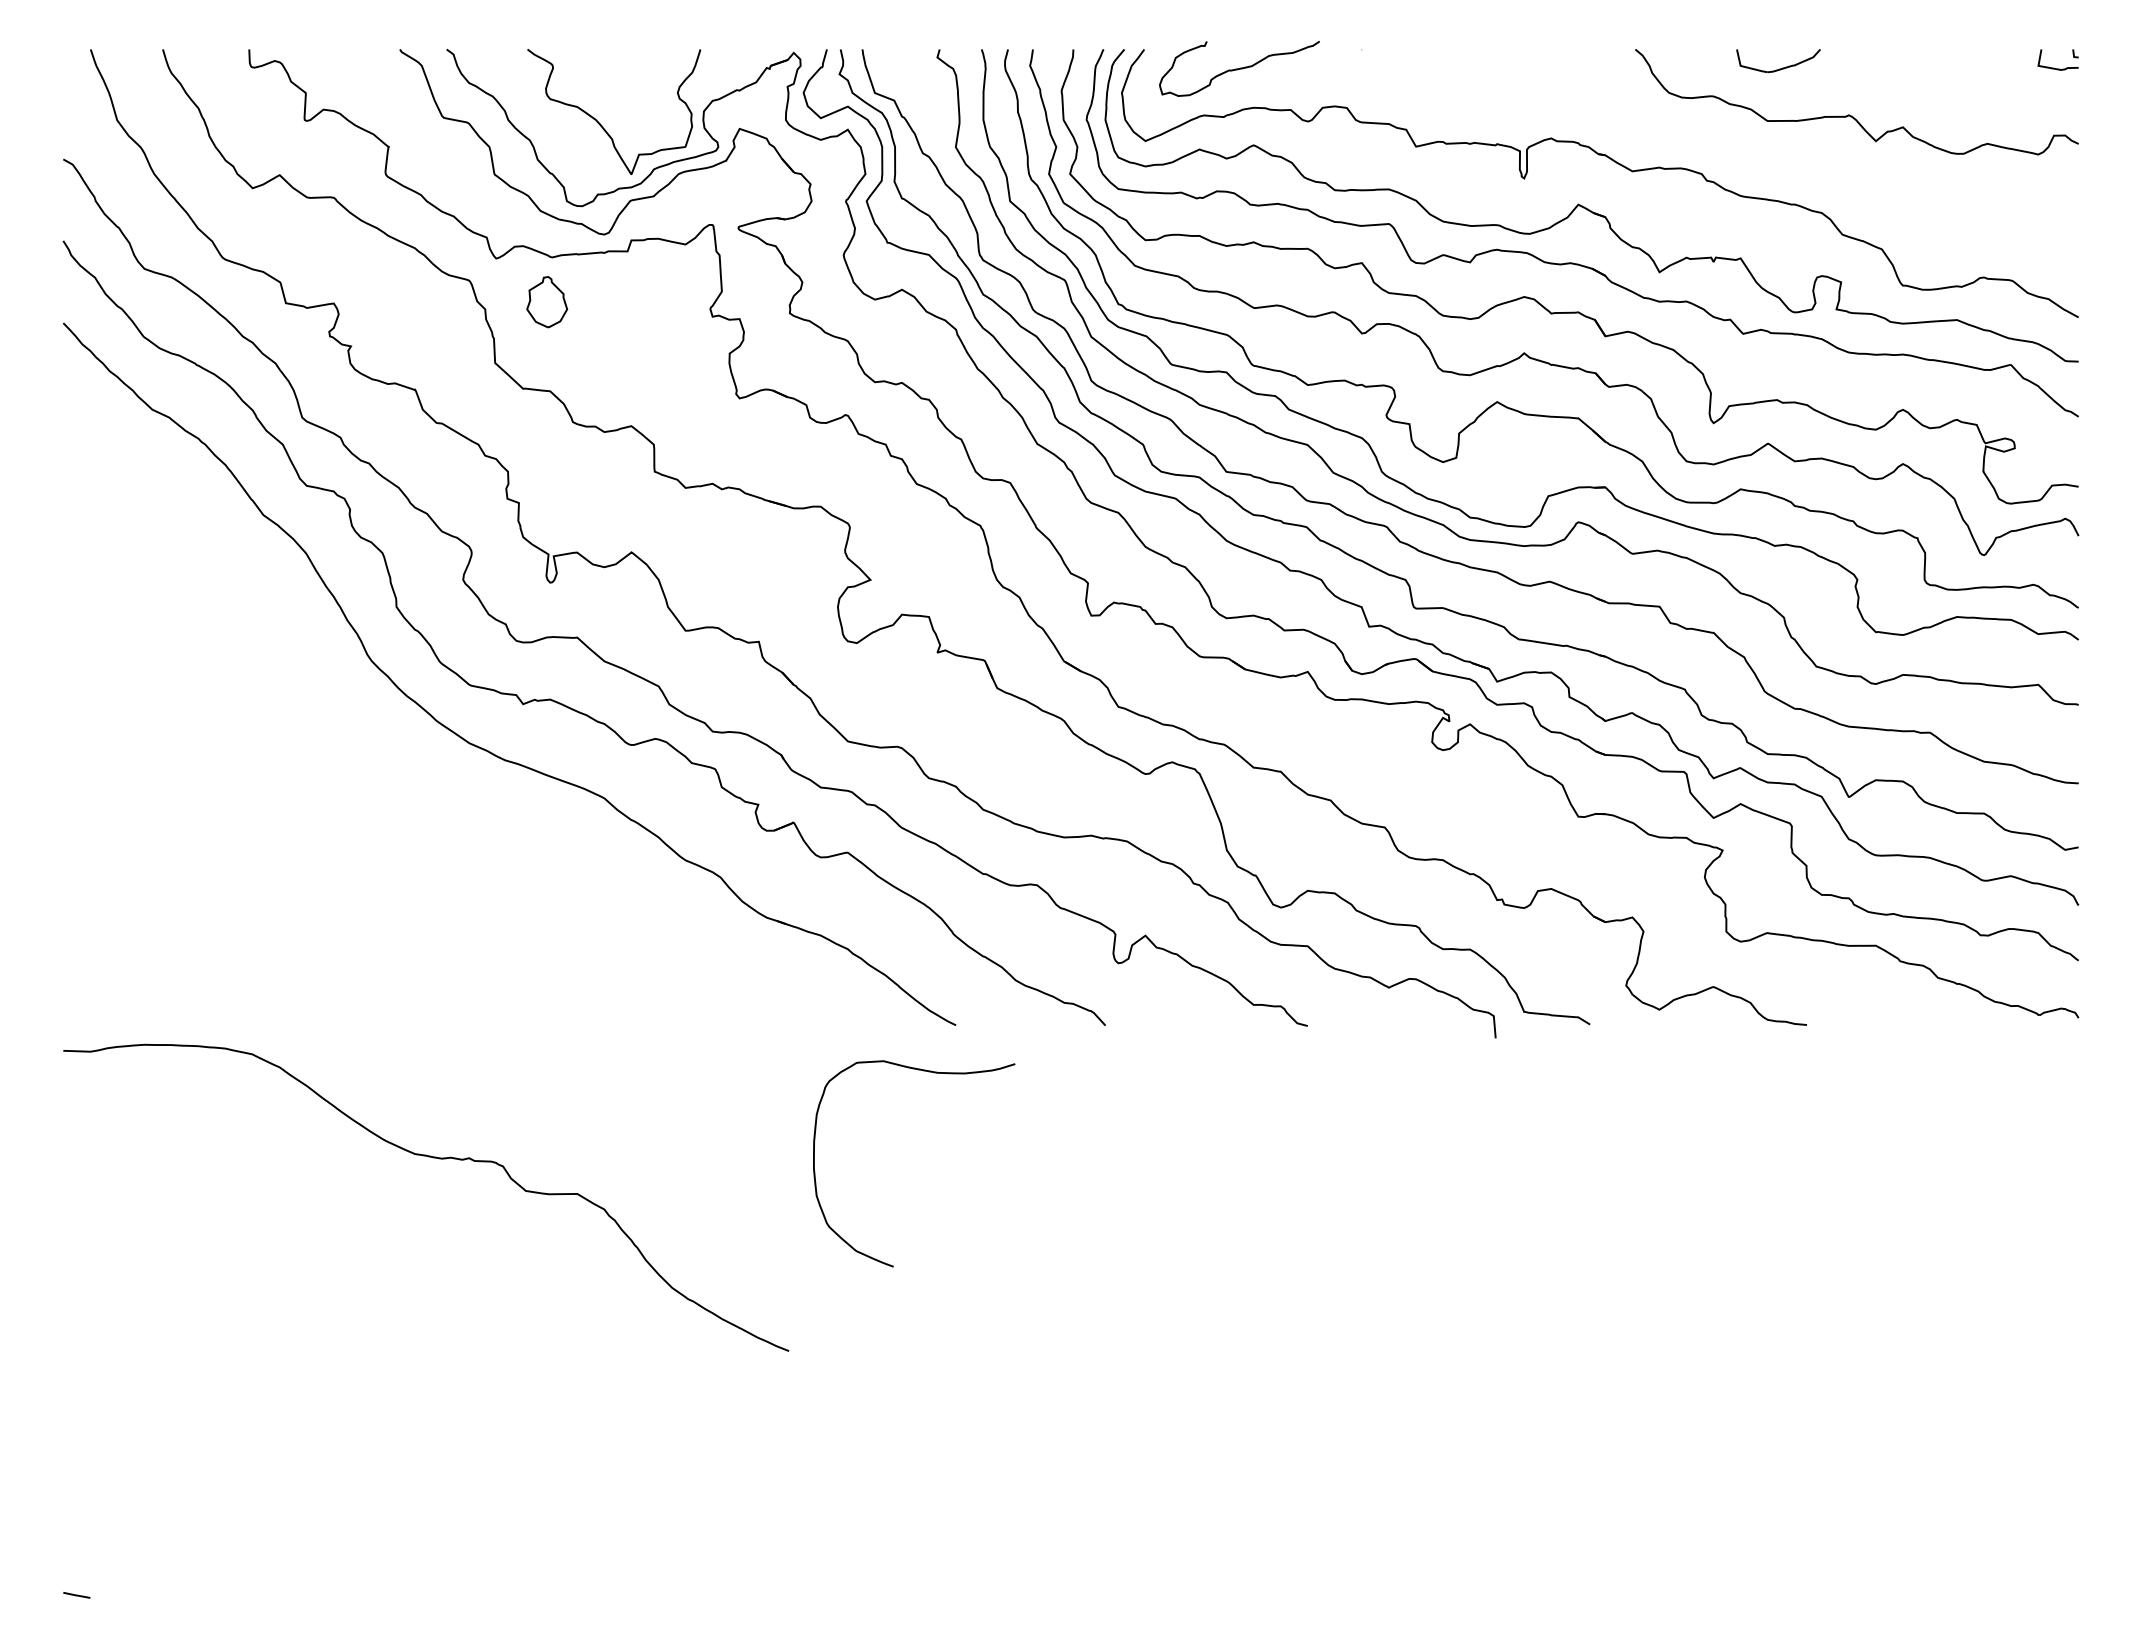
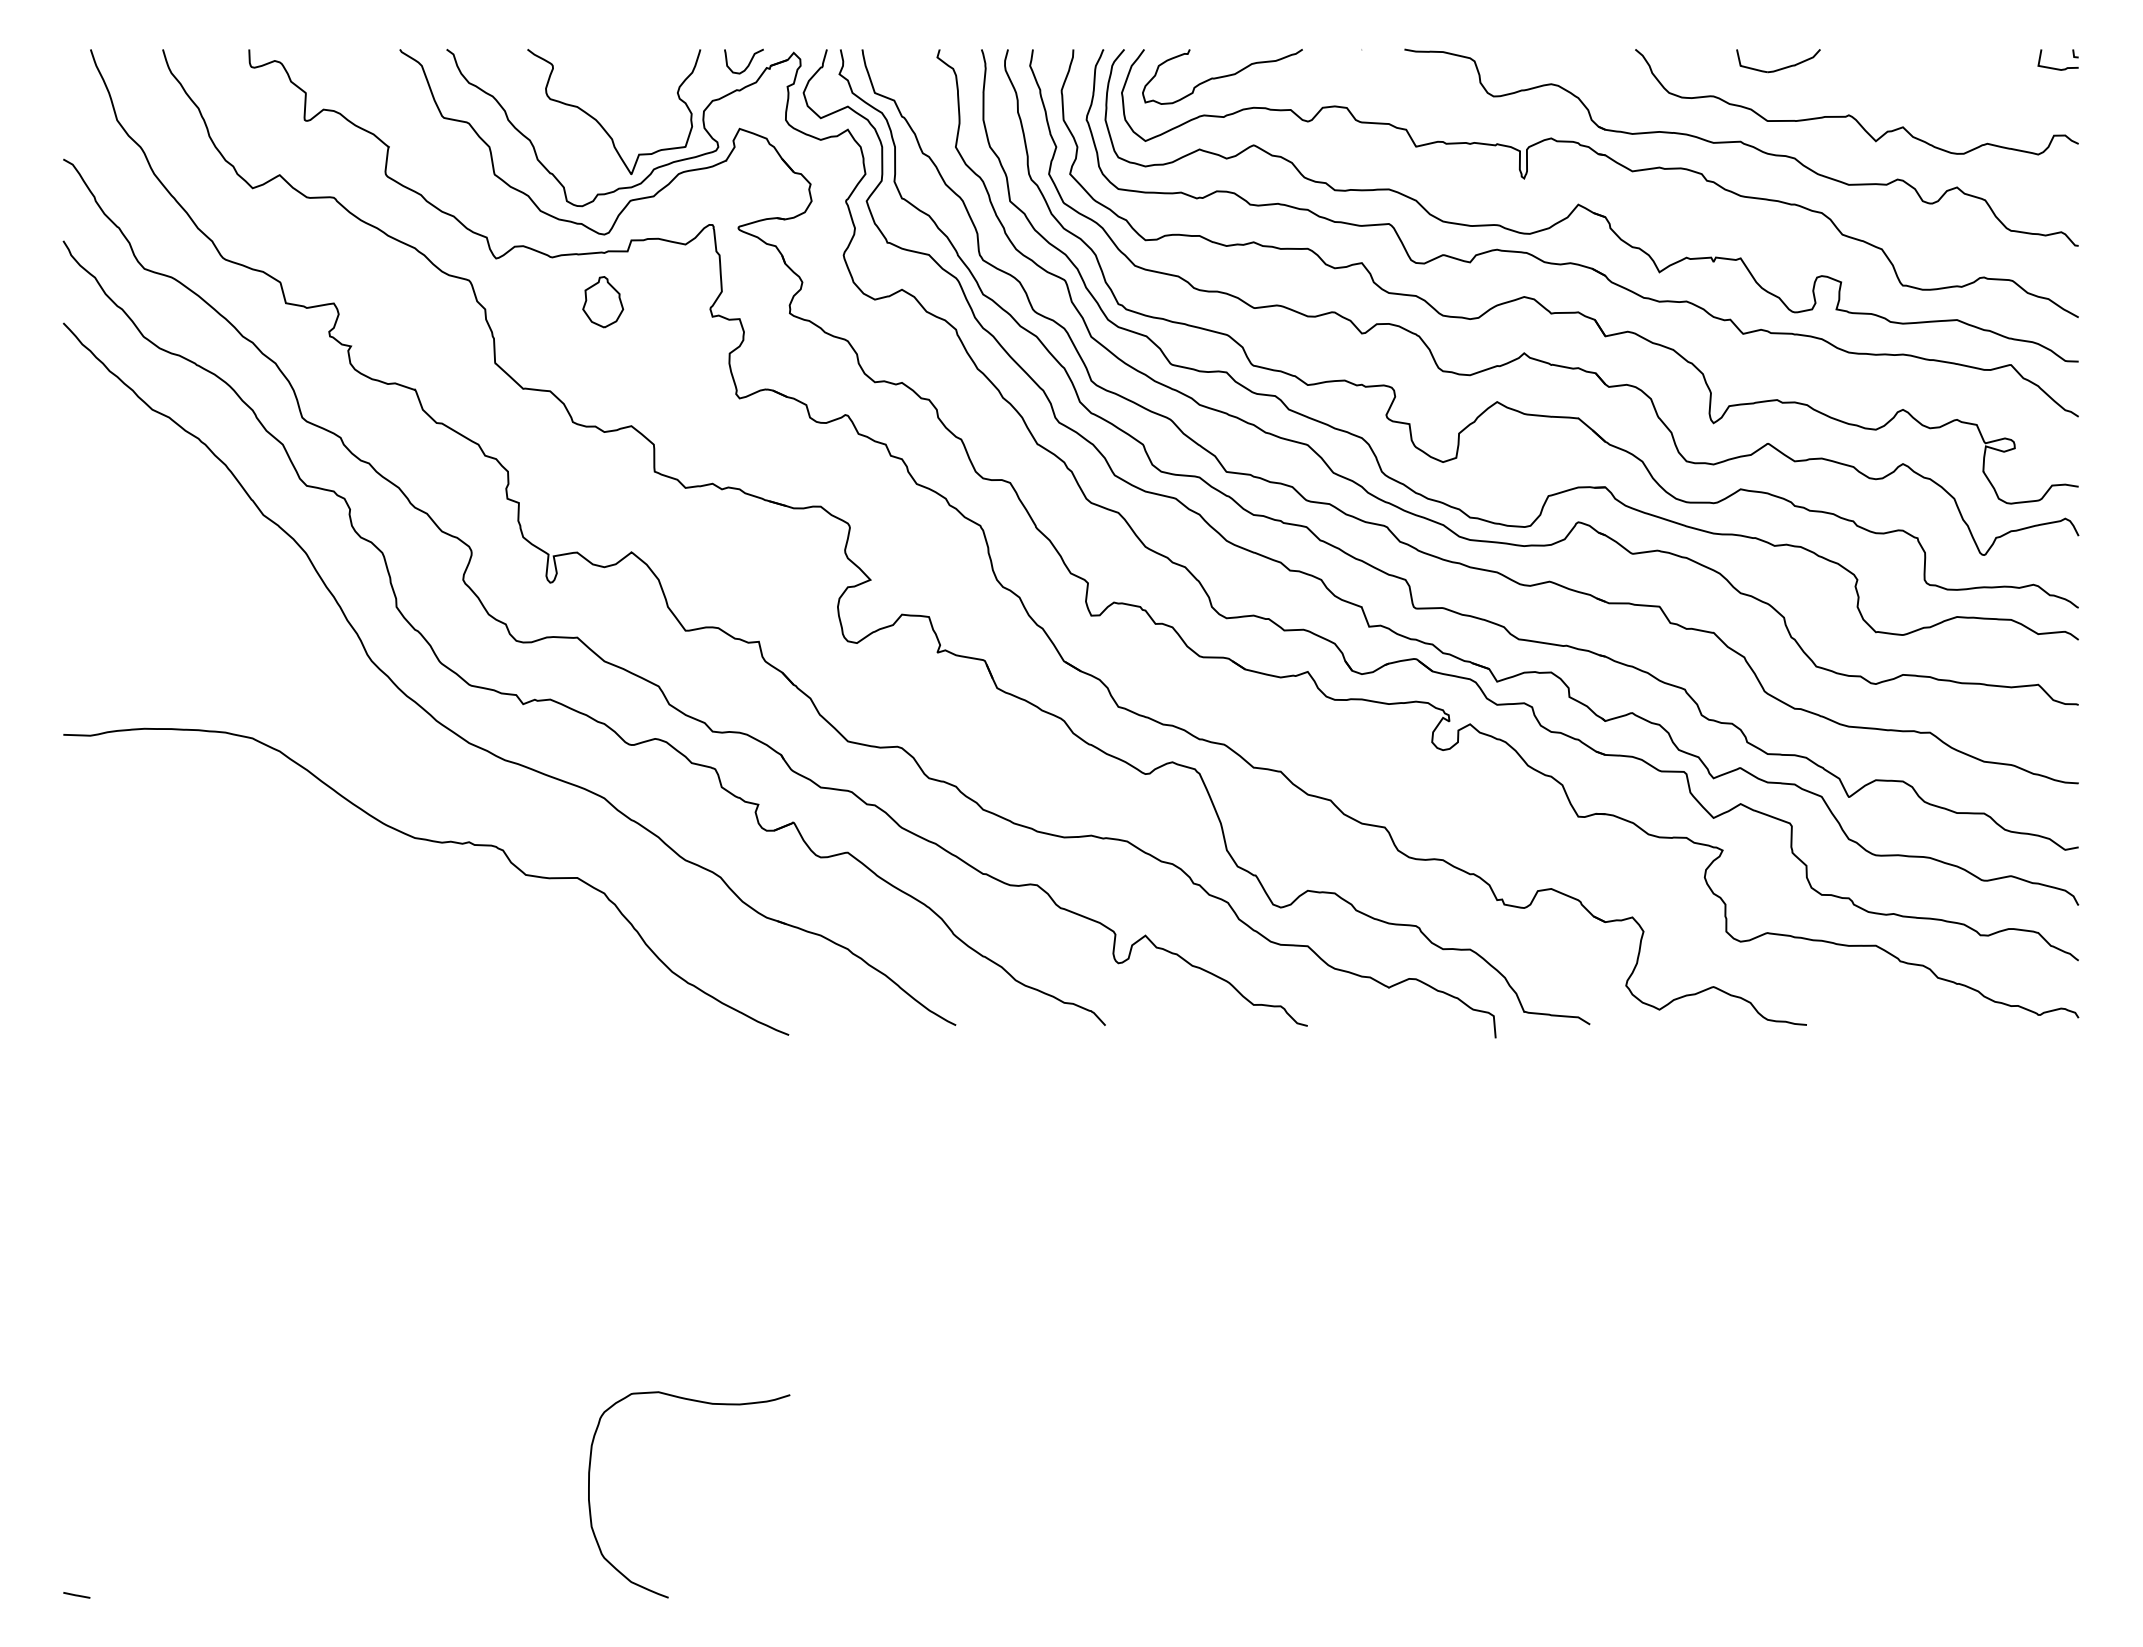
curve at (748, 63): none -> present
curve at (1239, 68) position: (1239, 68) -> (1222, 76)
part at (1741, 147): none -> present
part at (547, 302) position: (547, 302) -> (603, 302)
curve at (928, 1072) position: (928, 1072) -> (703, 1403)
curve at (433, 1158) position: (433, 1158) -> (433, 842)
